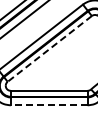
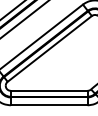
line at (49, 49): dashed -> solid
line at (48, 105): dashed -> solid
